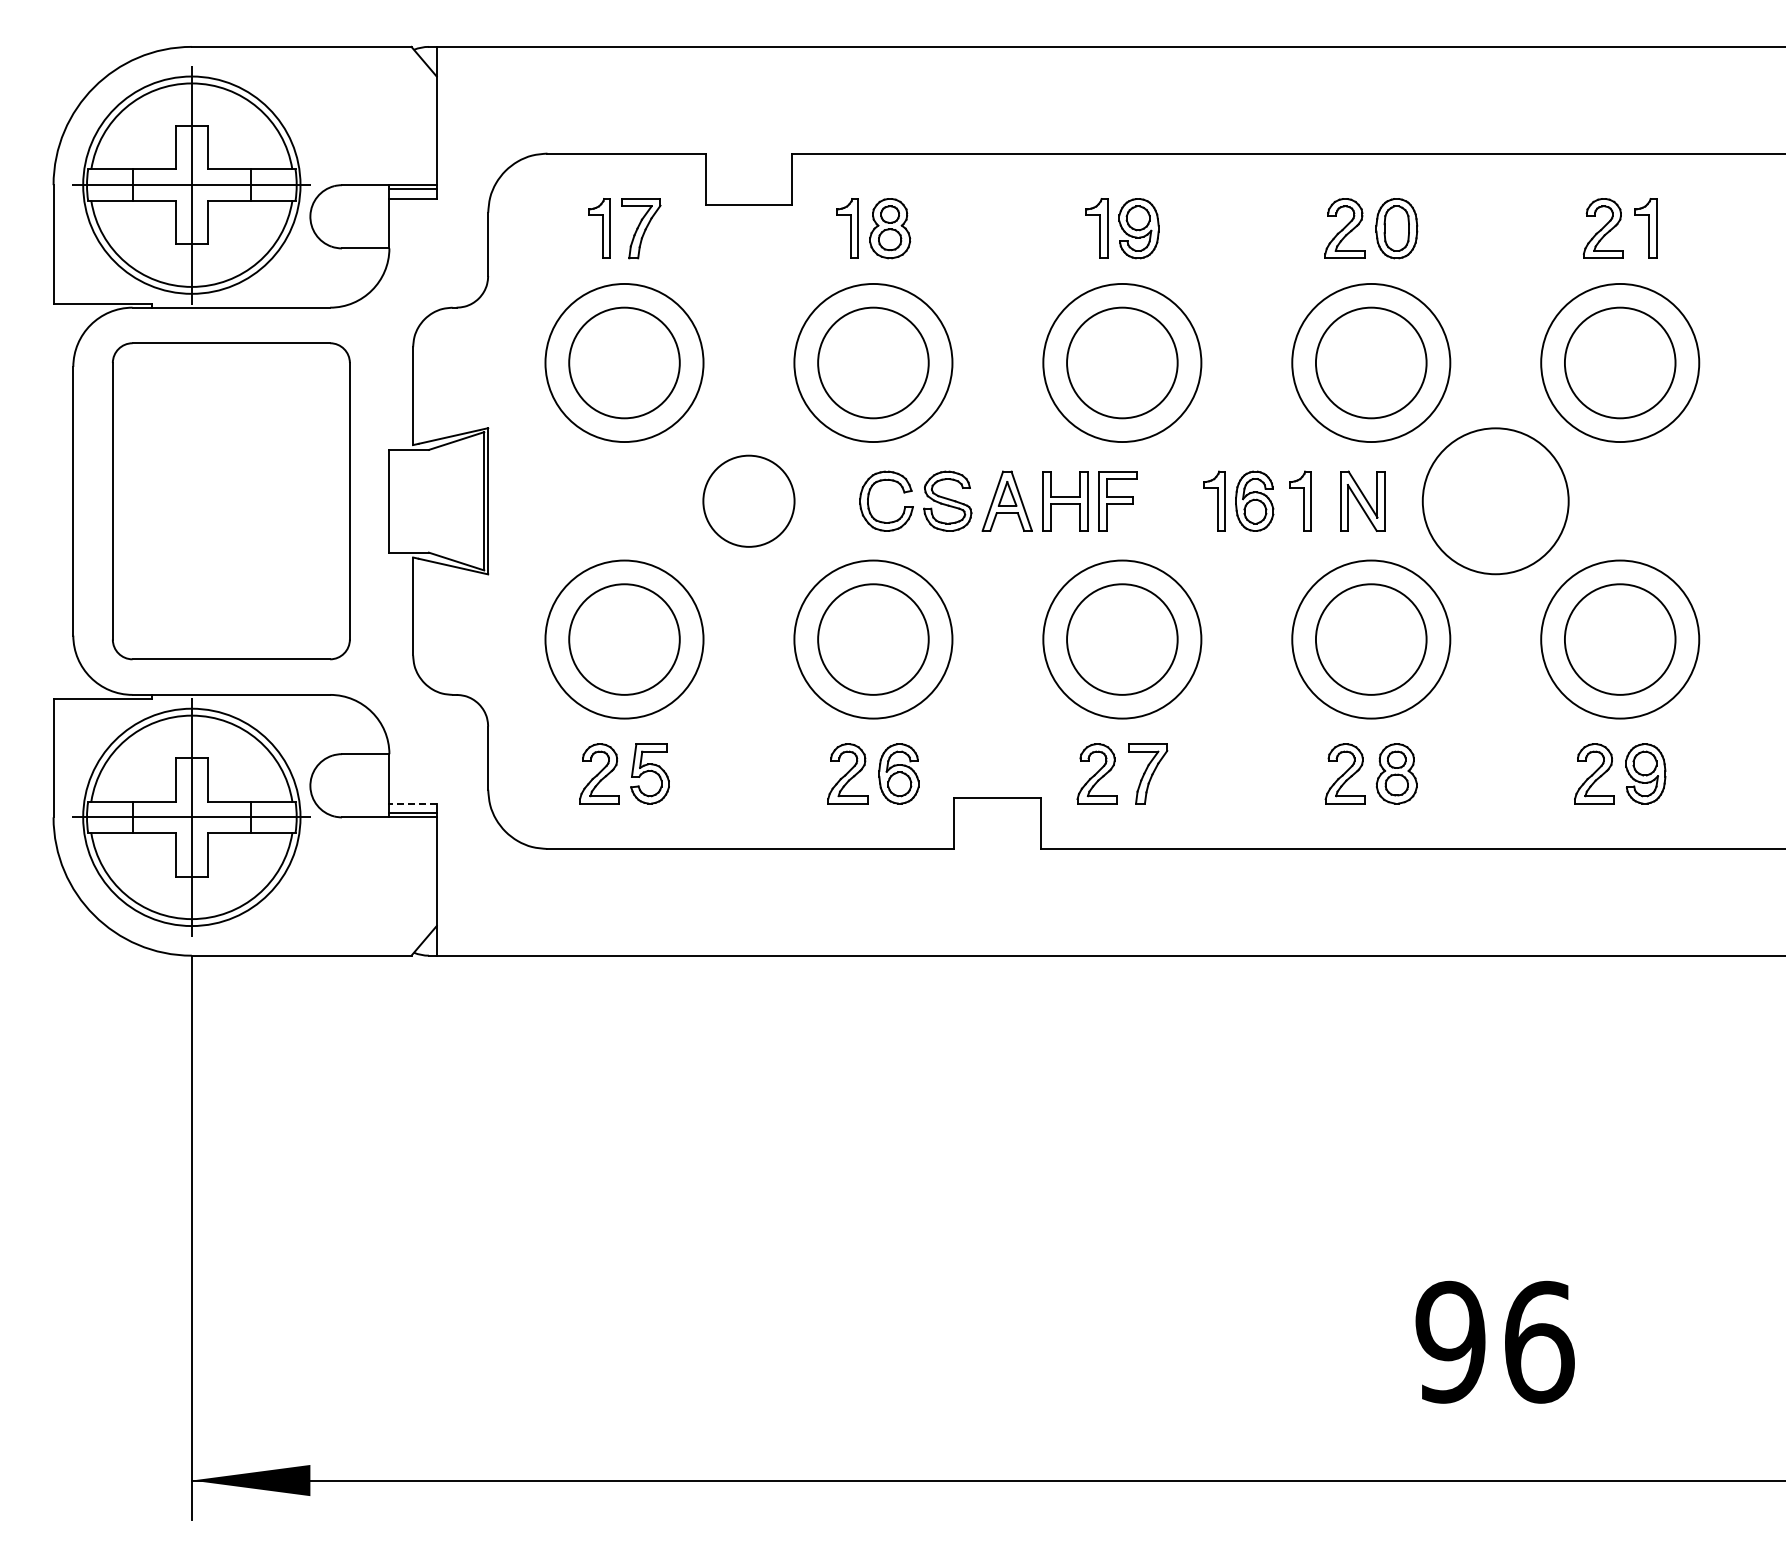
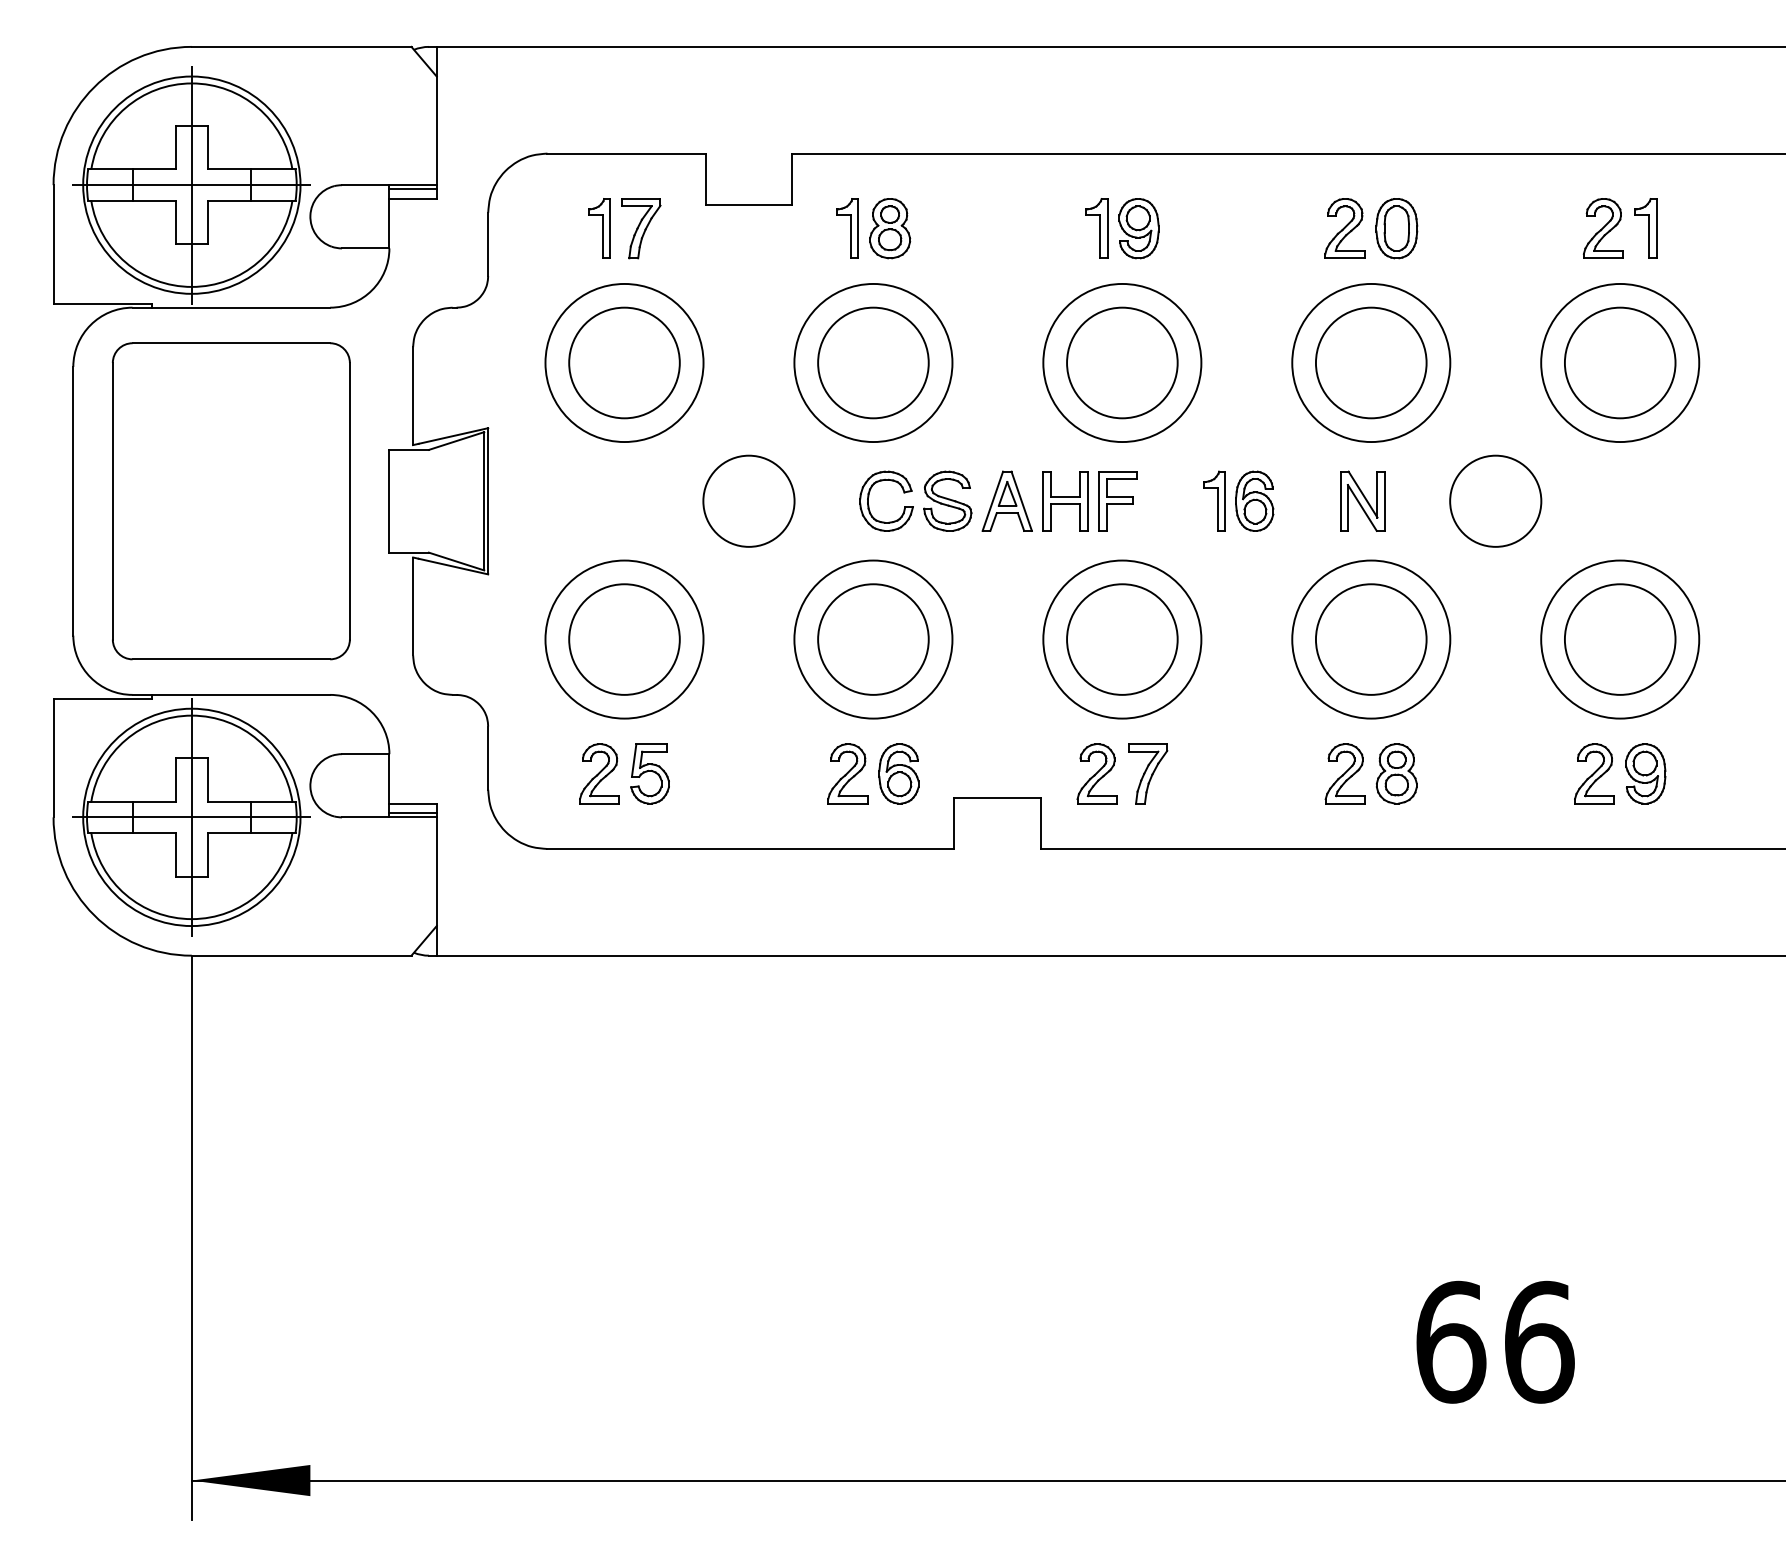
part at (1300, 500): present -> none
circle at (1495, 501) diameter: 146 px -> 91 px
line at (413, 803): dashed -> solid
text at (1450, 1341): 96 -> 66
